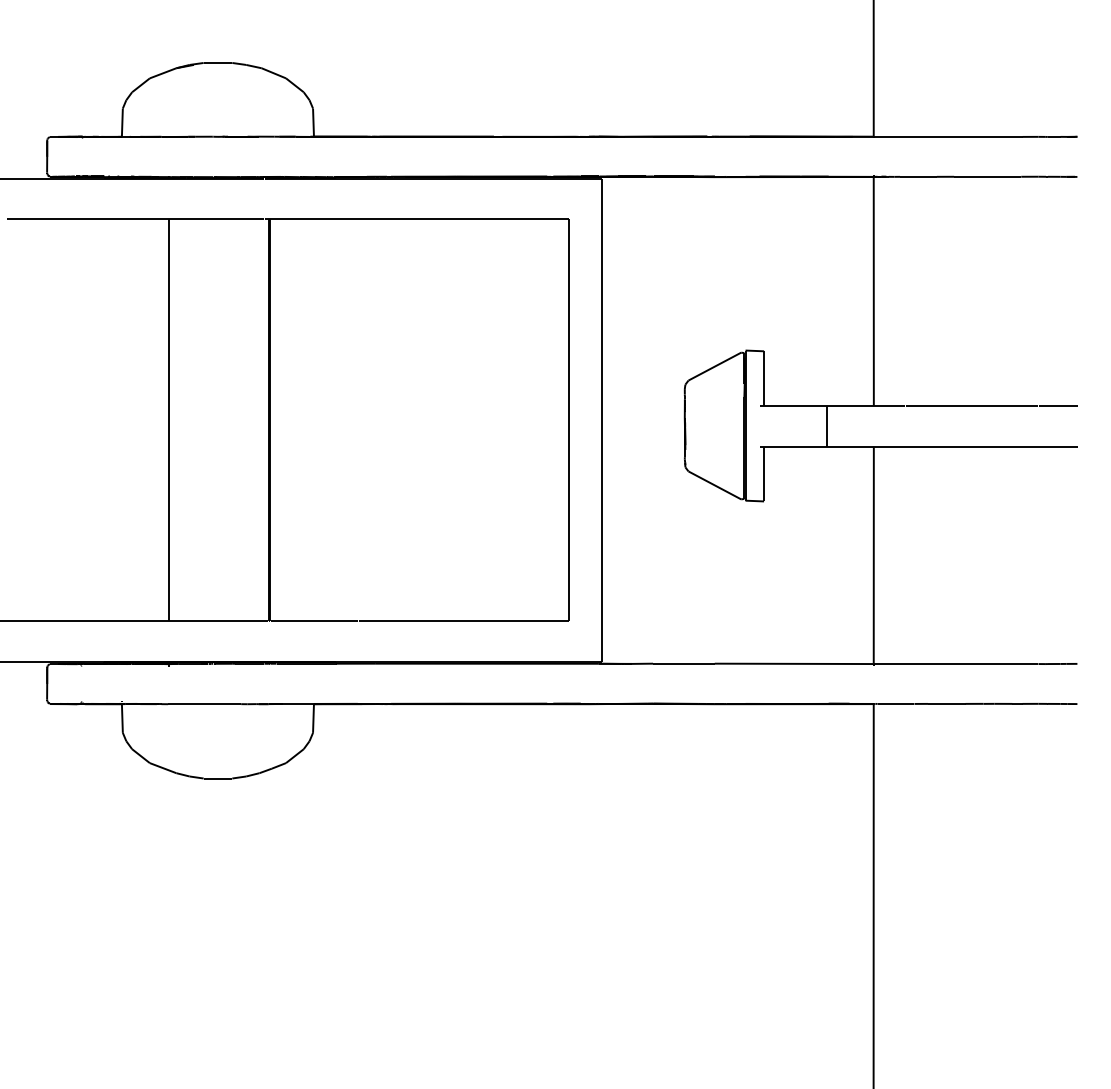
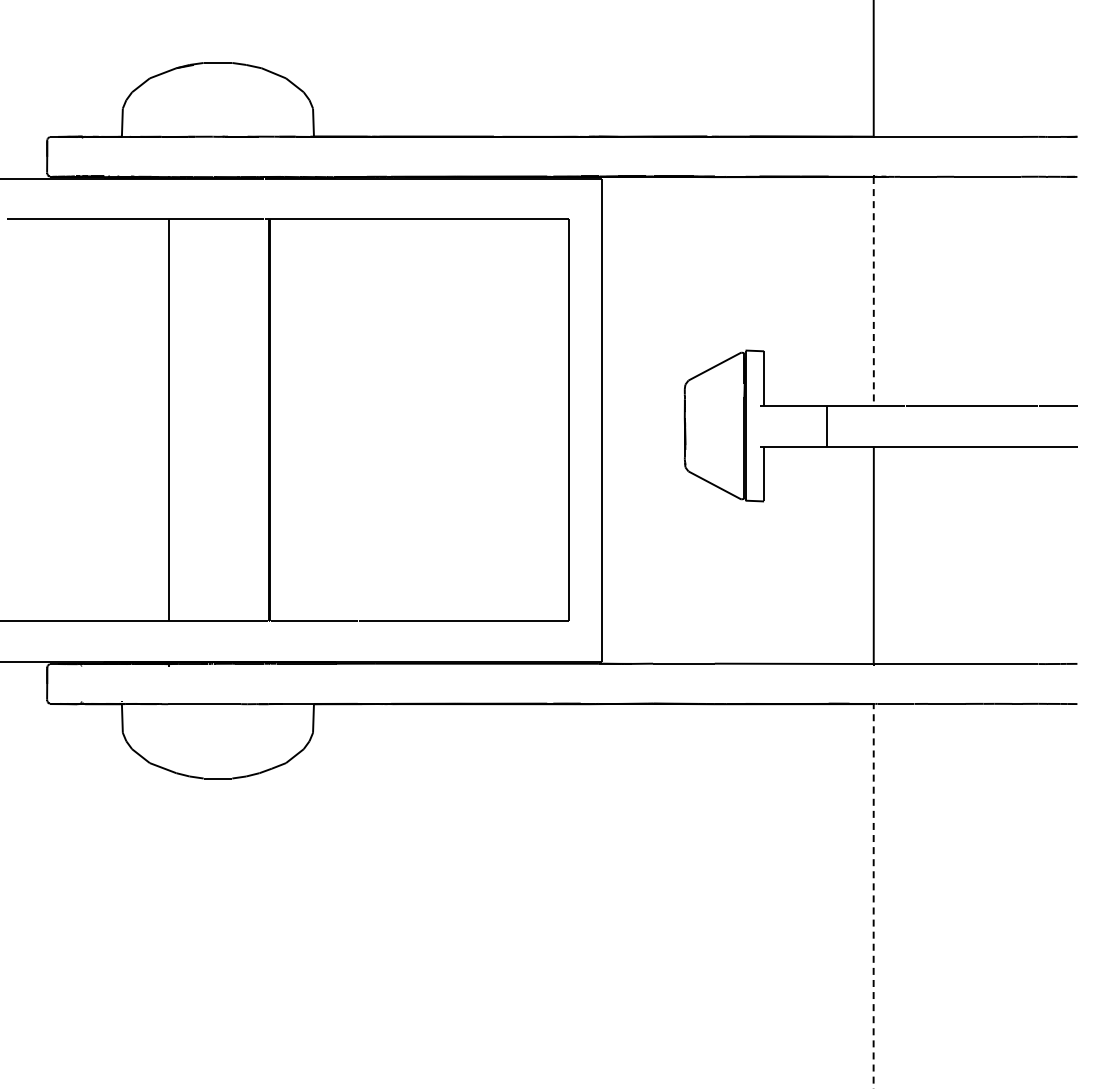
line at (873, 291): solid -> dashed
line at (873, 896): solid -> dashed
